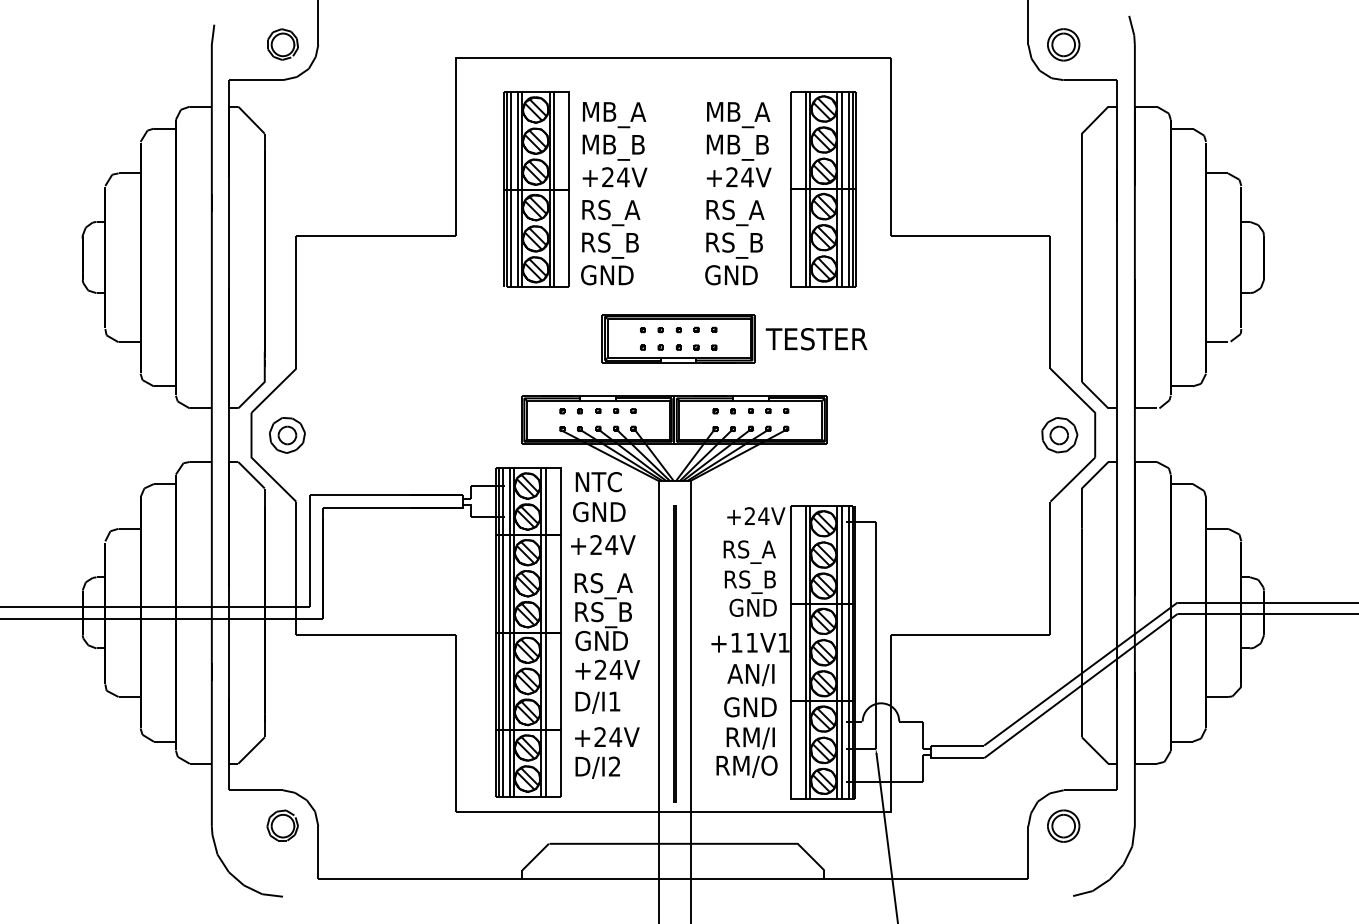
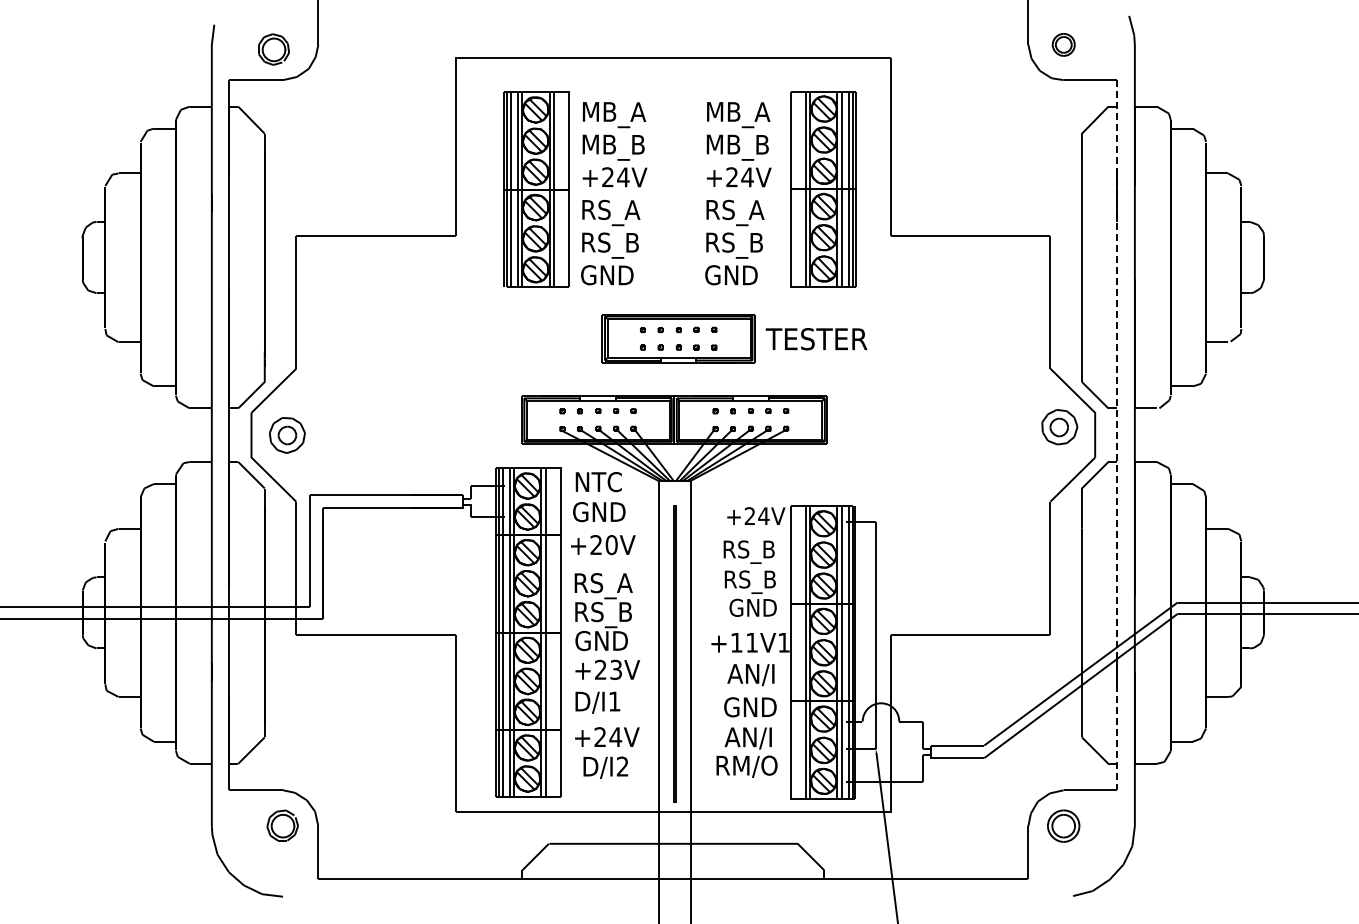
part at (282, 44) position: (282, 44) -> (273, 49)
part at (1063, 44) size: 34x34 px -> 25x24 px
part at (1059, 435) position: (1059, 435) -> (1059, 427)
line at (1117, 435): solid -> dashed
text at (611, 545): +24V -> +20V
text at (768, 549): RS_A -> RS_B
text at (615, 669): +24V -> +23V
text at (749, 738): RM/I -> AN/I
text at (597, 767) position: (597, 767) -> (605, 767)
